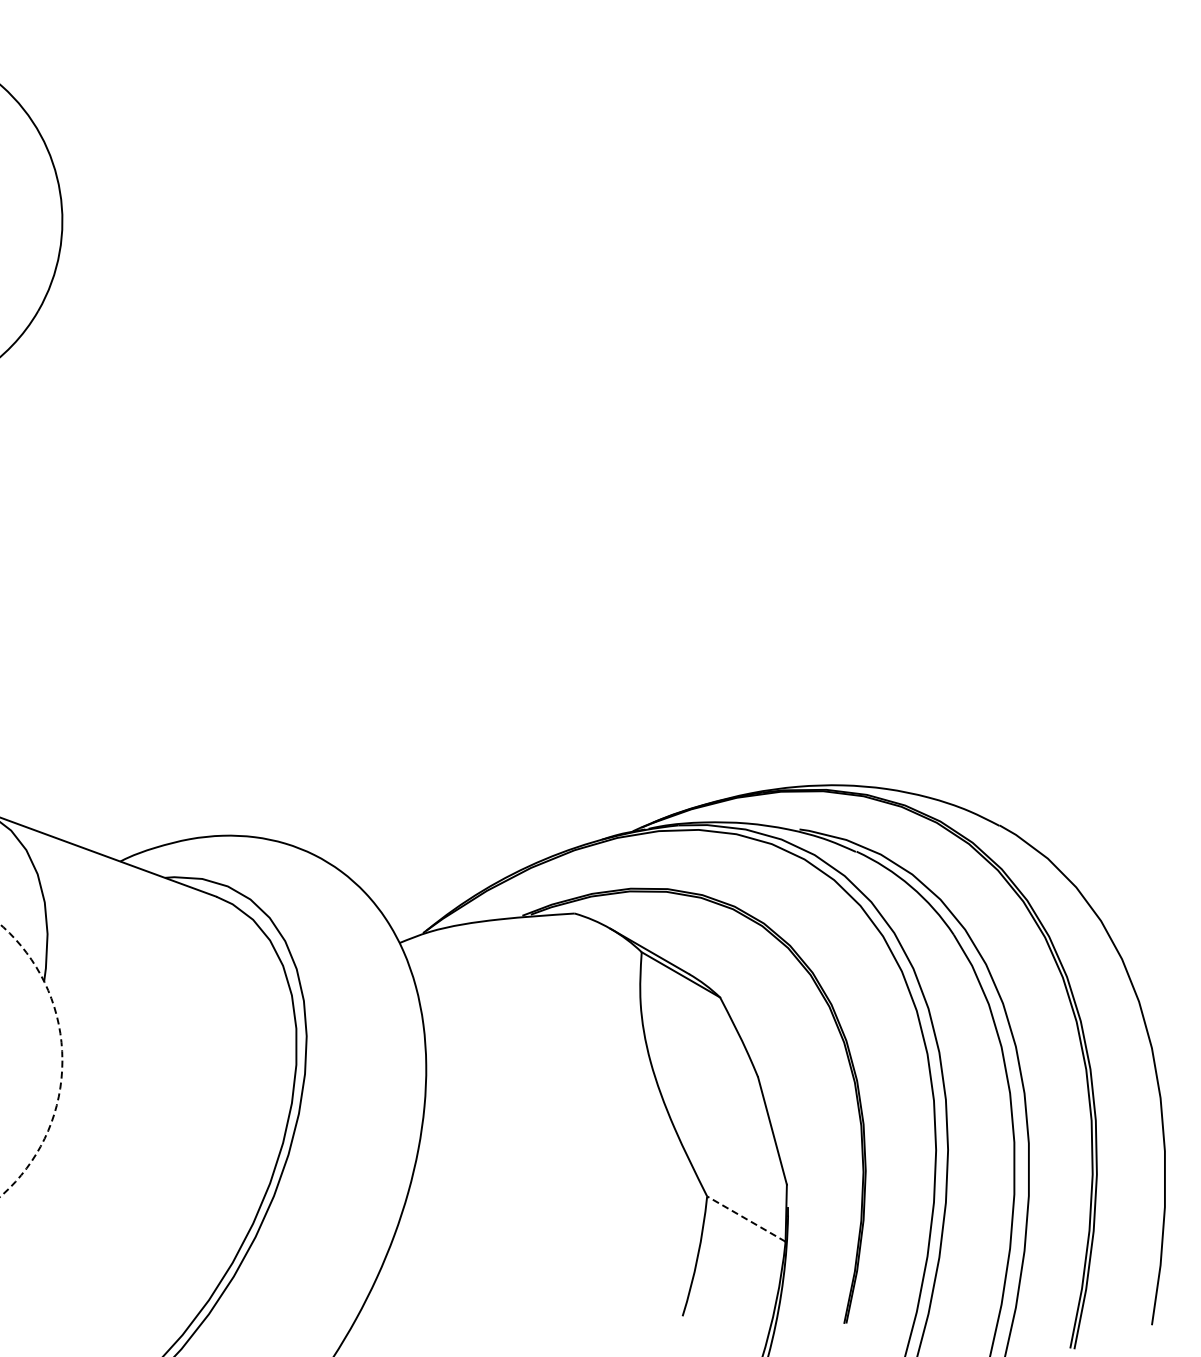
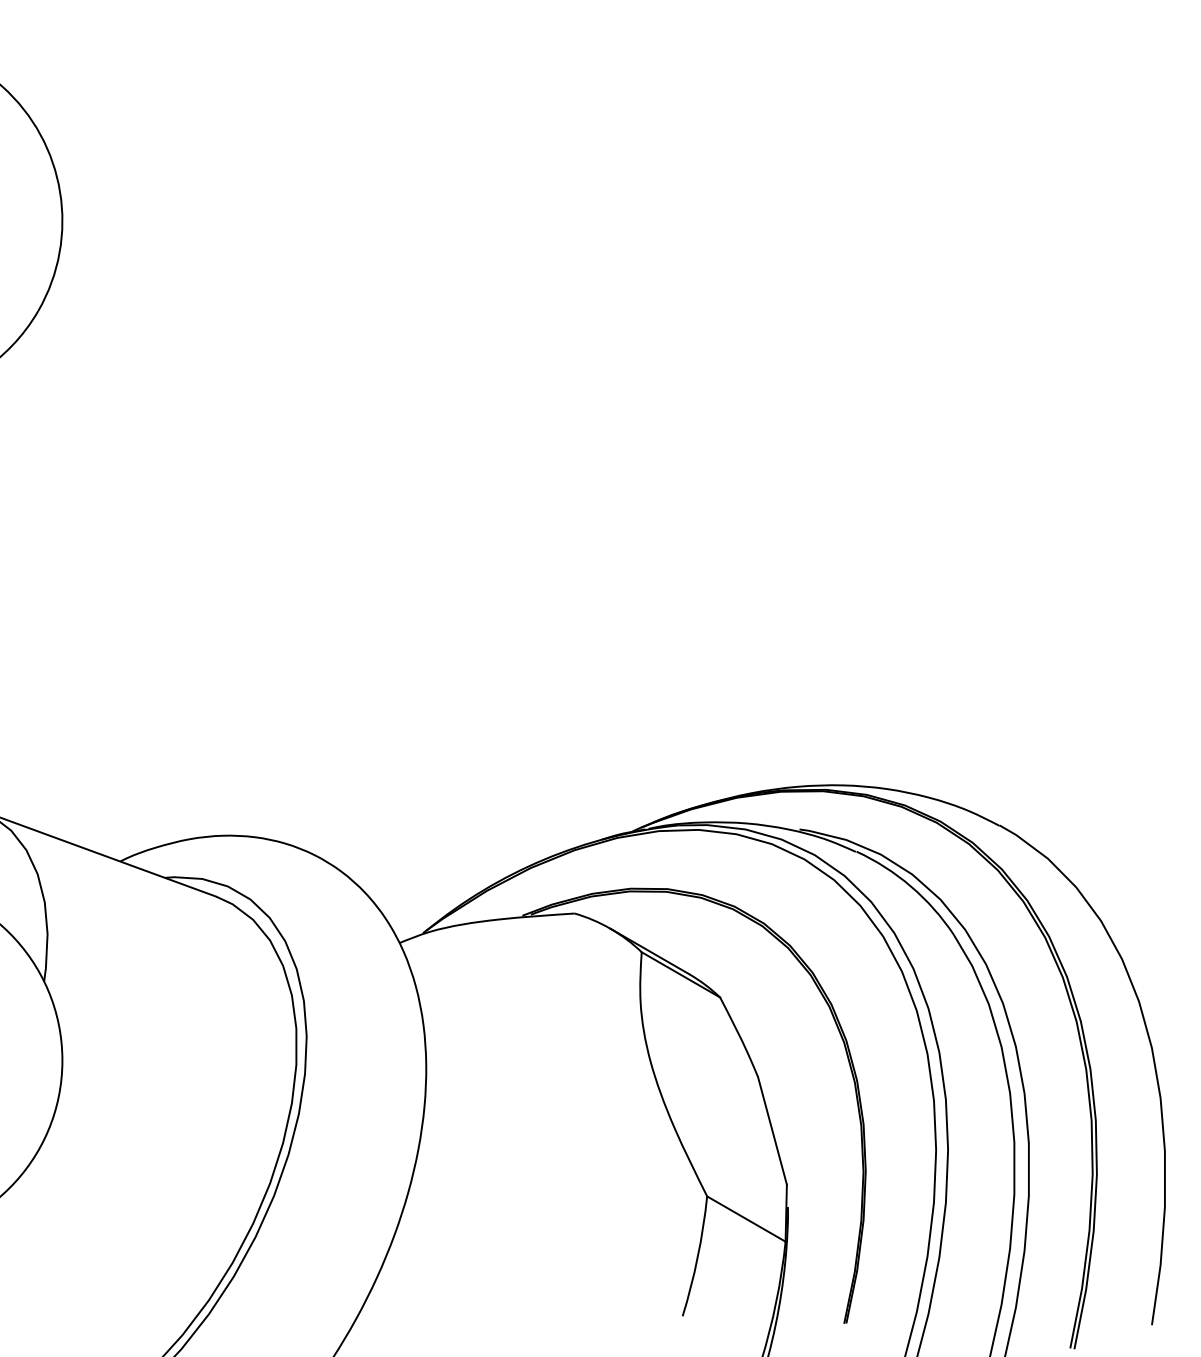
circle at (31, 1060): dashed -> solid
line at (745, 1218): dashed -> solid
